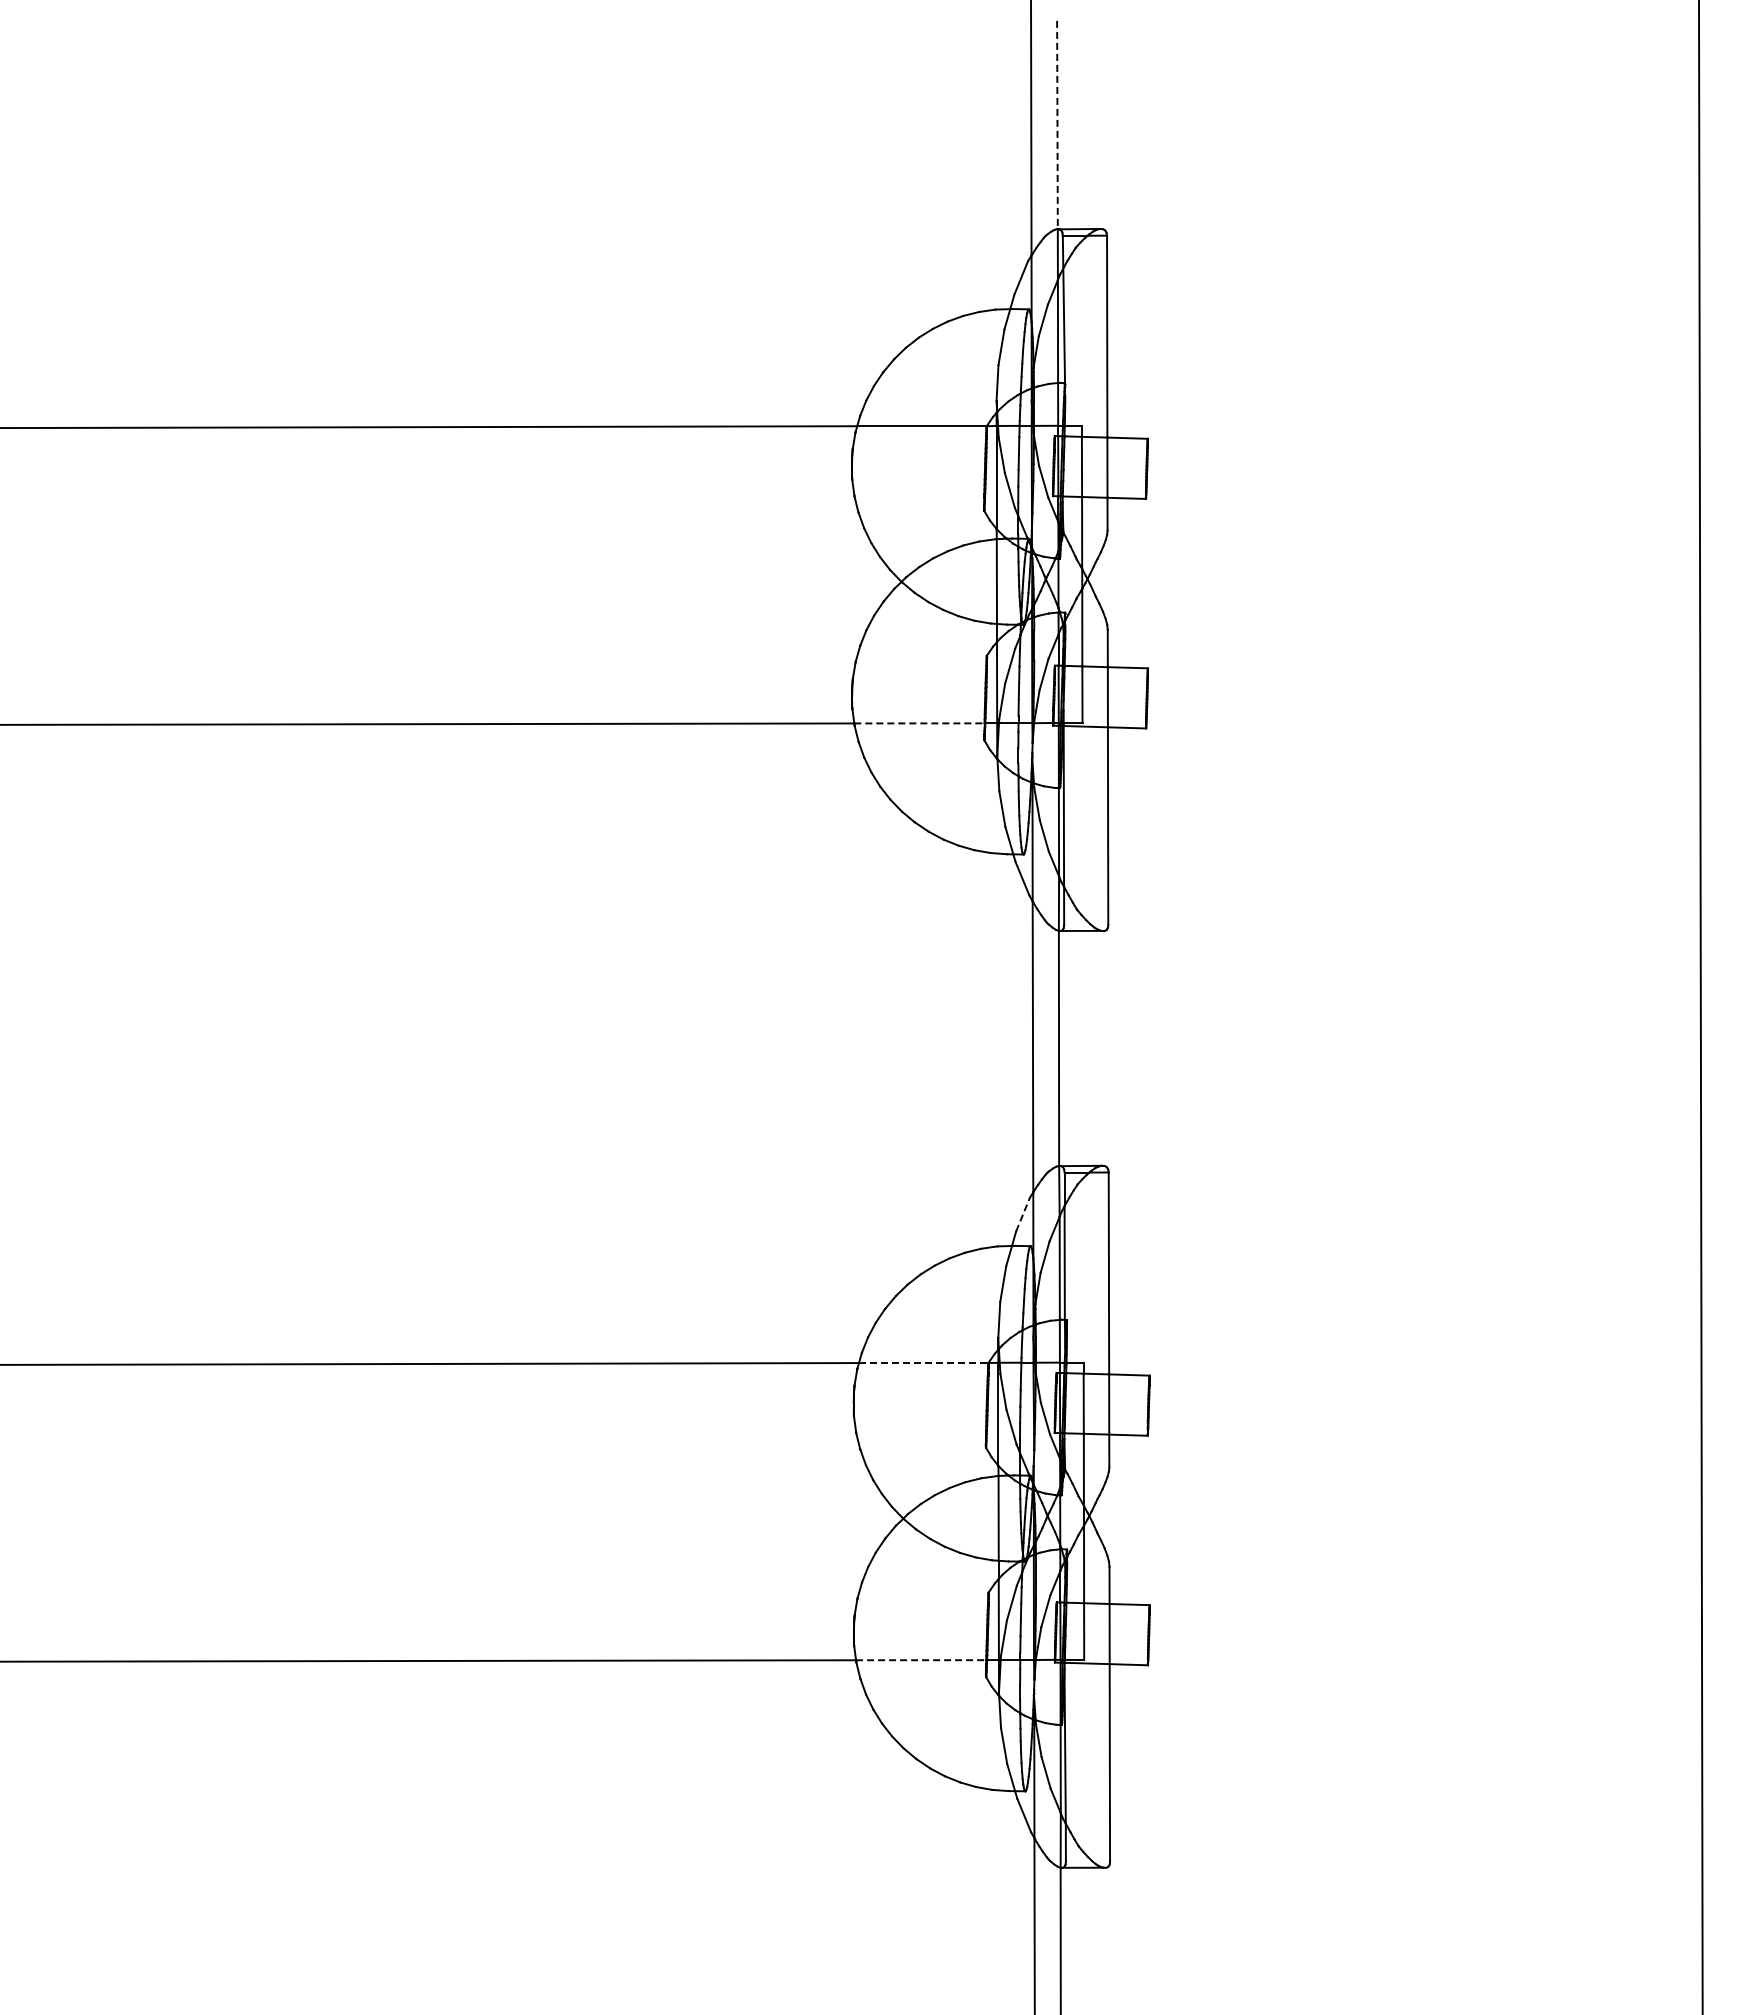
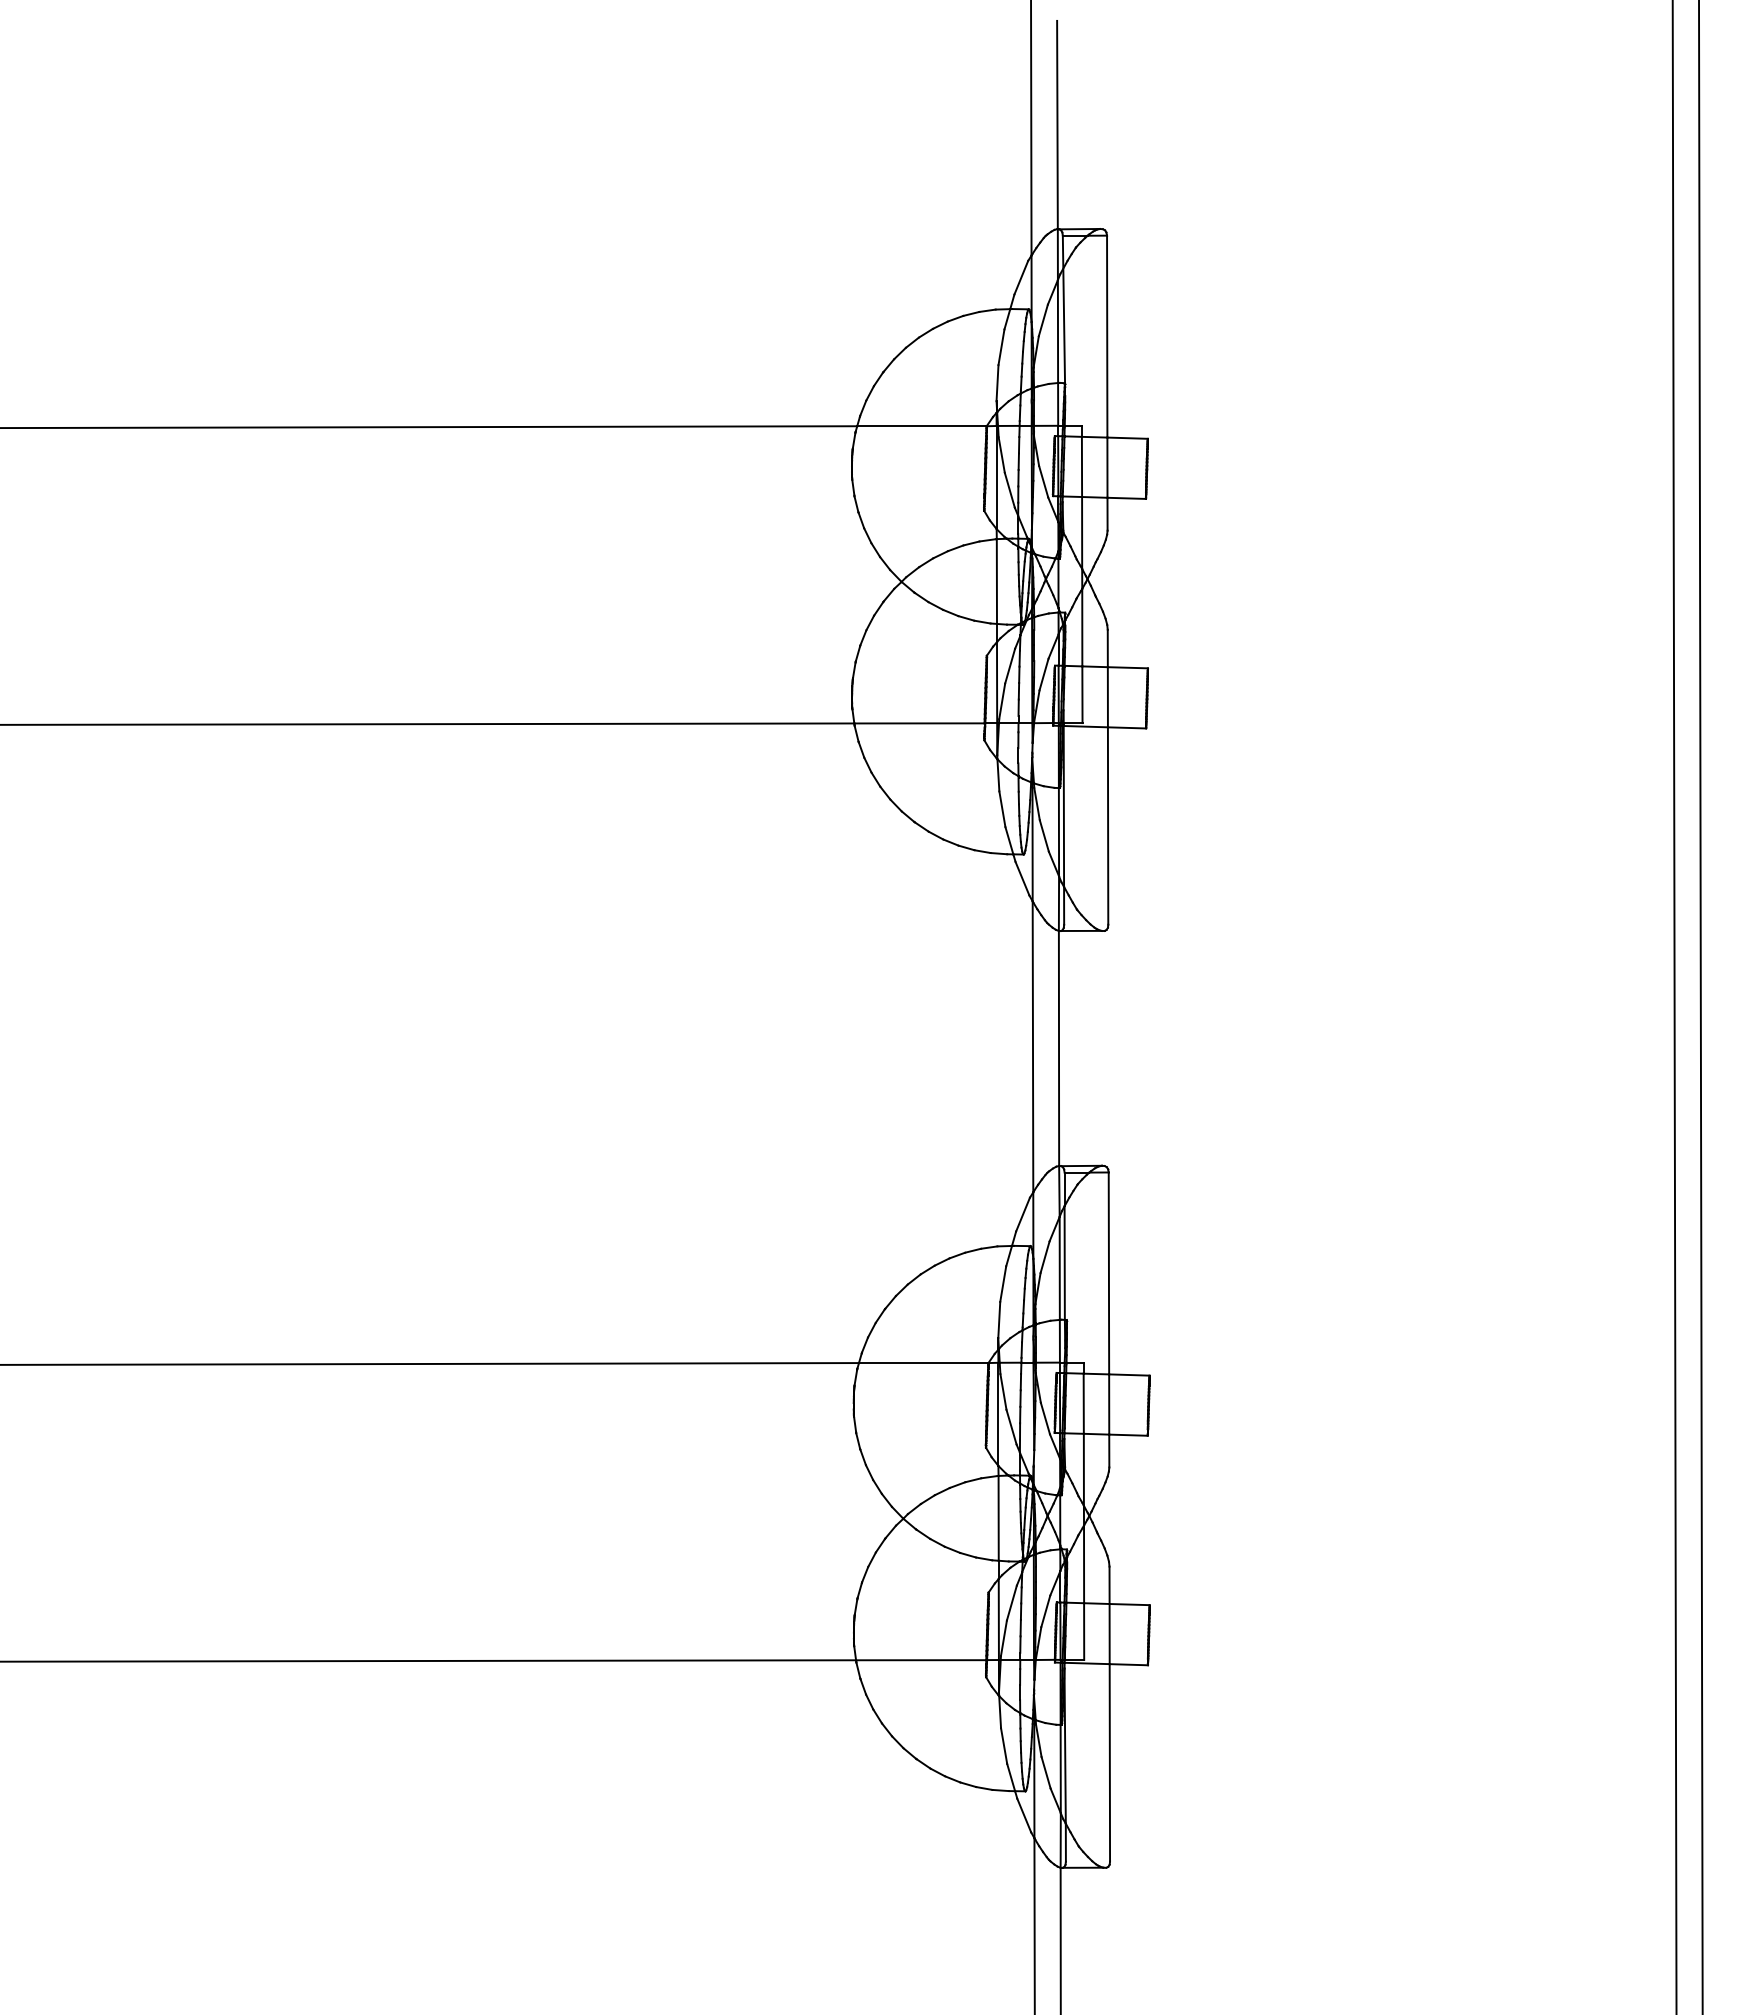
line at (1057, 125): dashed -> solid
line at (919, 723): dashed -> solid
line at (1674, 1006): none -> present
line at (1023, 1214): dashed -> solid
line at (923, 1363): dashed -> solid
line at (921, 1660): dashed -> solid
